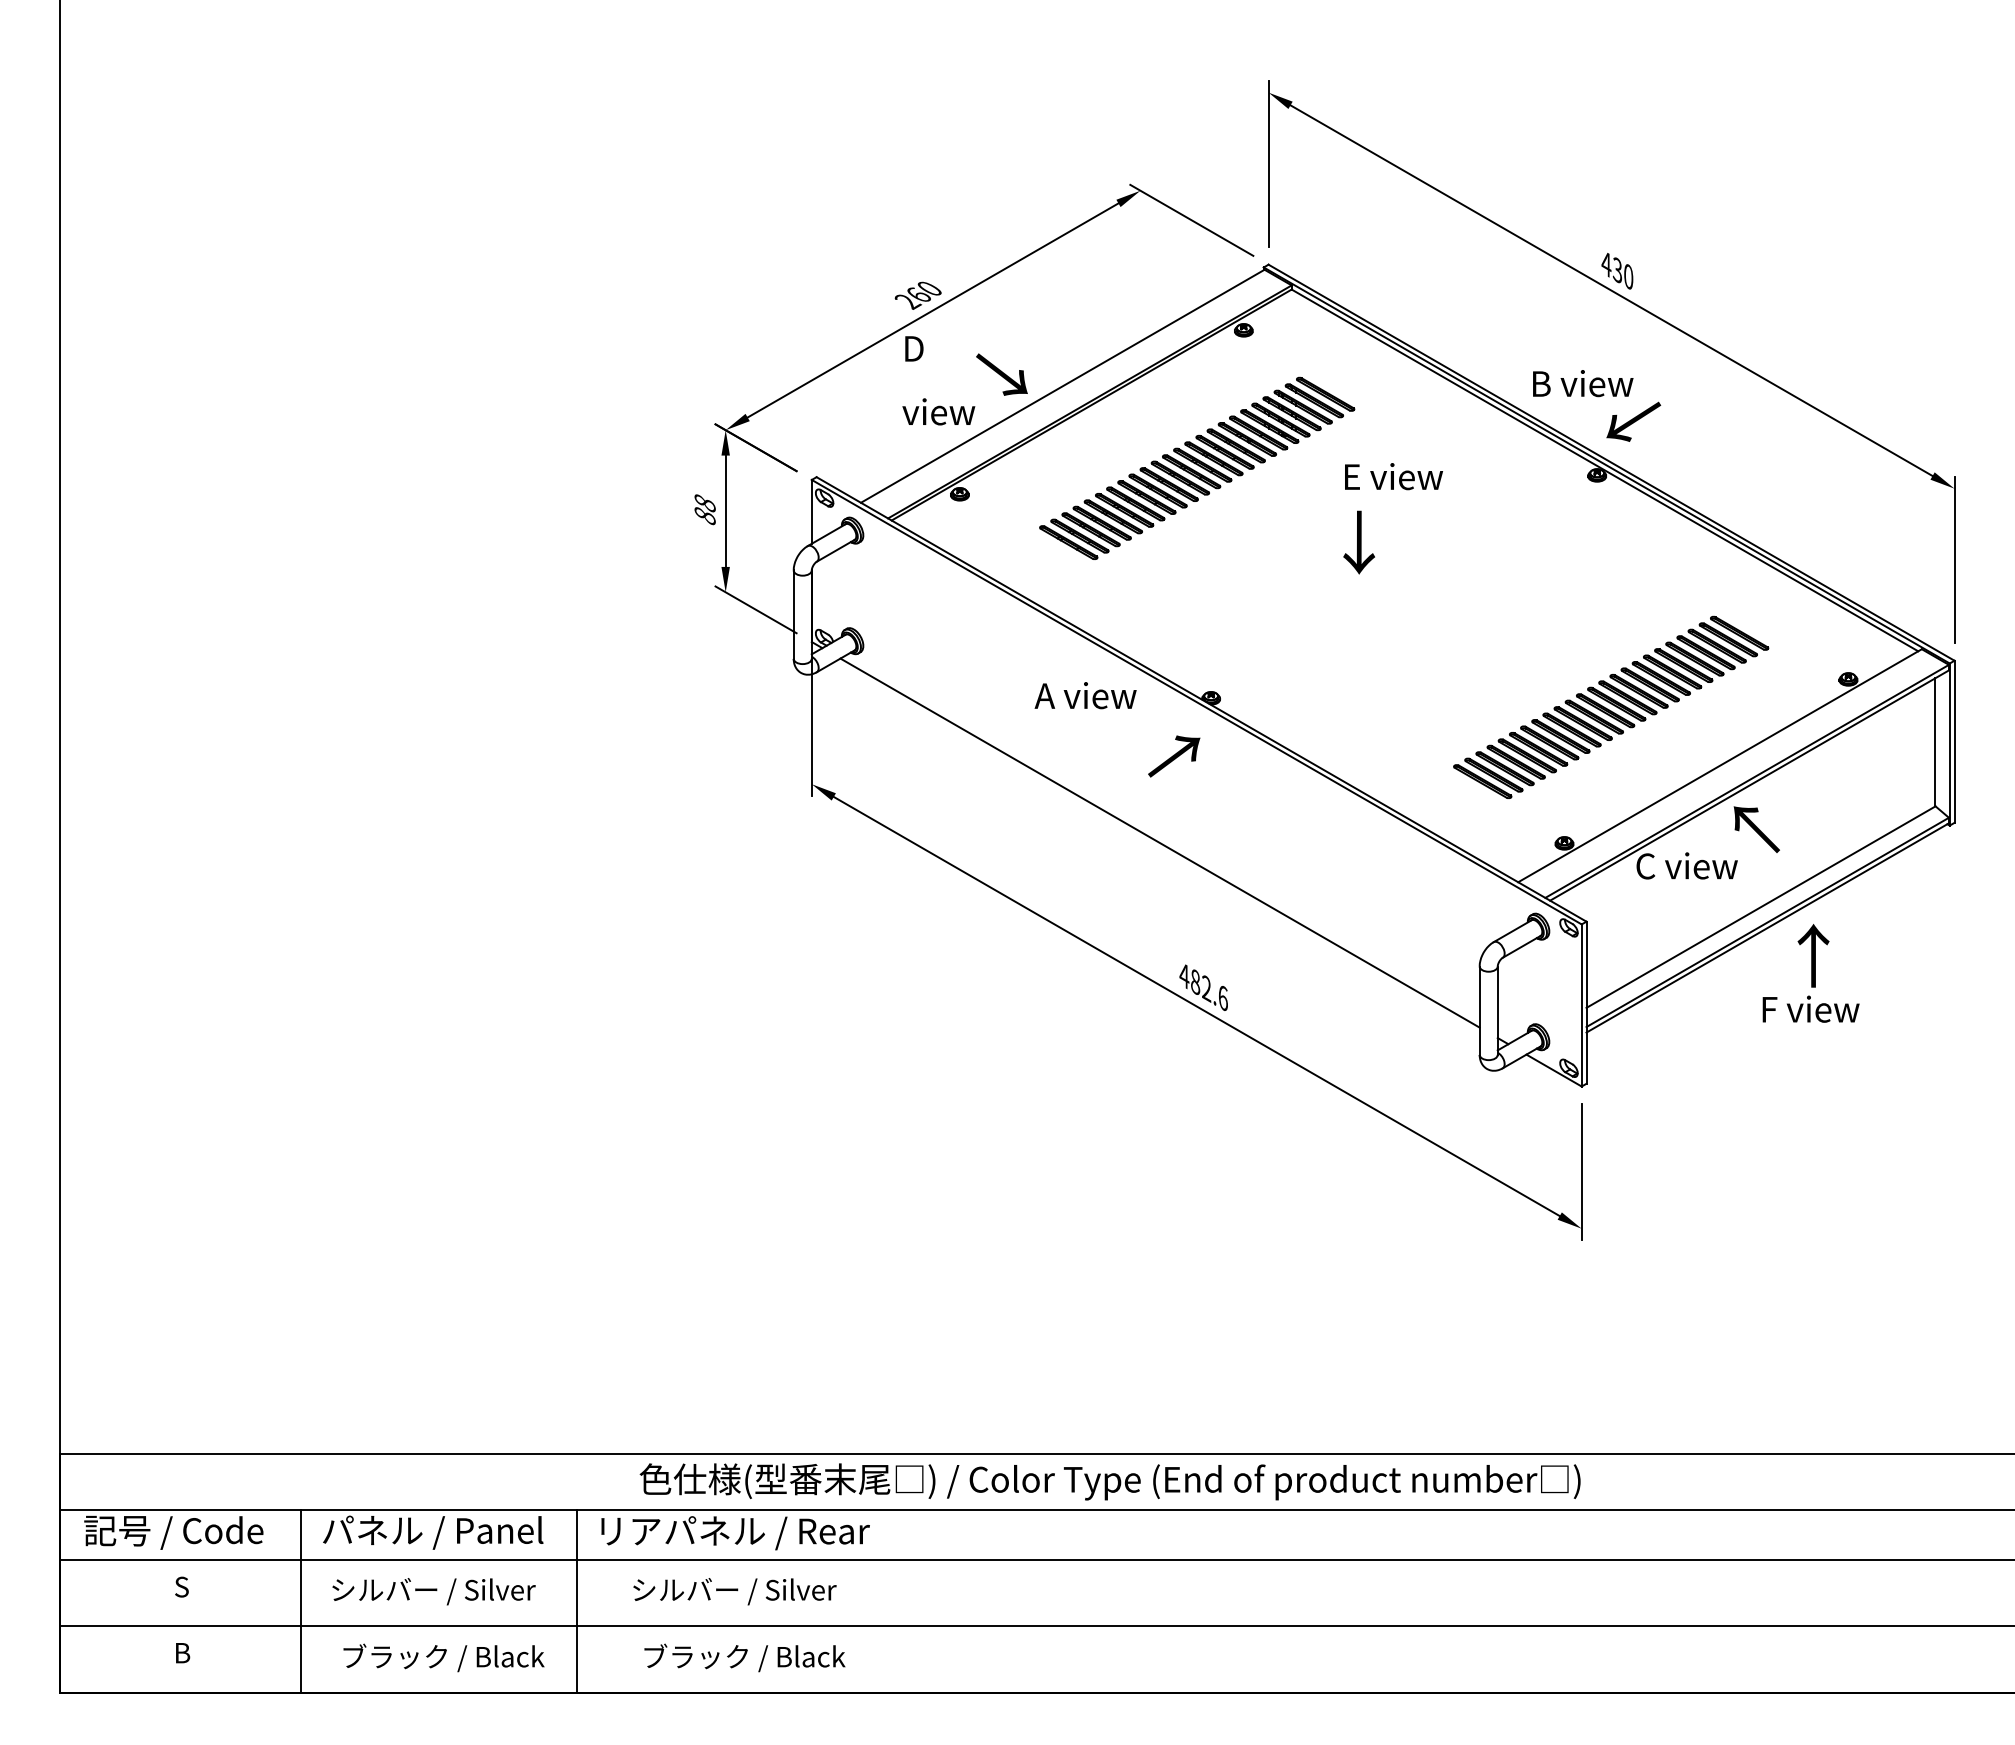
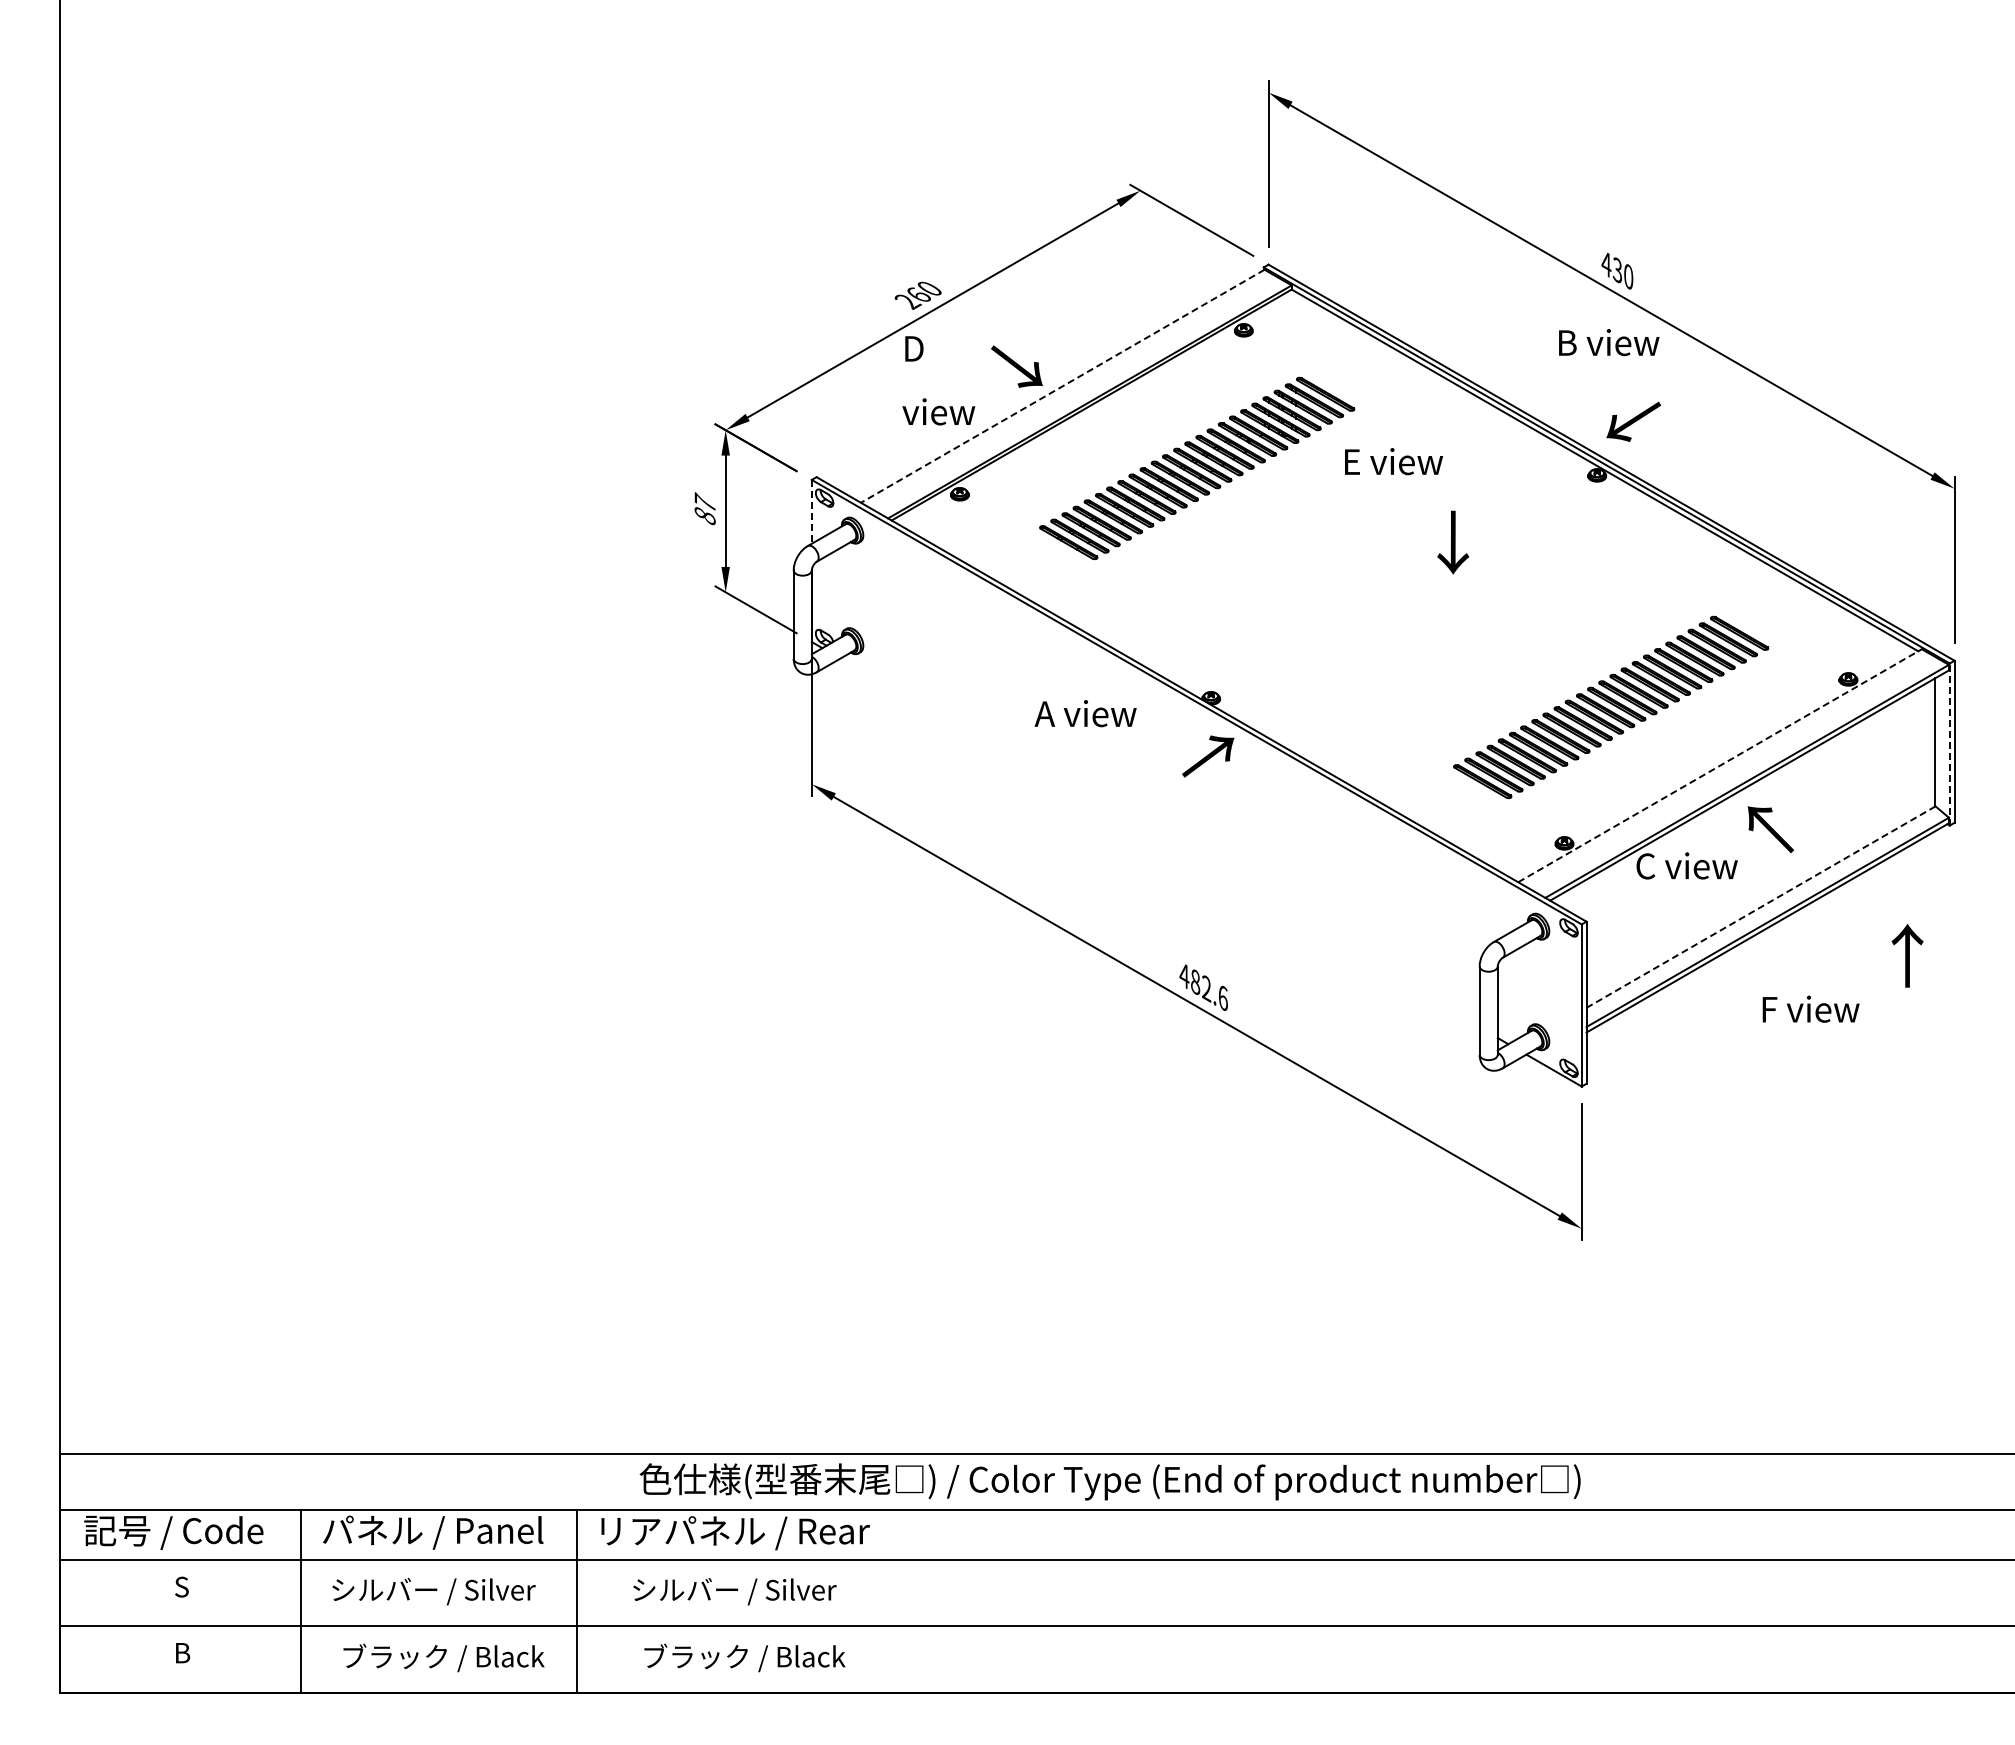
text at (1001, 374) position: (1001, 374) -> (1016, 366)
text at (1583, 383) position: (1583, 383) -> (1609, 342)
line at (1062, 386): solid -> dashed
text at (1393, 476) position: (1393, 476) -> (1393, 461)
text at (704, 502): 88 -> 87
line at (811, 511): solid -> dashed
text at (1358, 542) position: (1358, 542) -> (1452, 542)
text at (1085, 695) position: (1085, 695) -> (1085, 713)
line at (1949, 744): solid -> dashed
text at (1174, 756) position: (1174, 756) -> (1208, 756)
line at (1720, 765): solid -> dashed
text at (1756, 829) position: (1756, 829) -> (1770, 829)
line at (1159, 842): present -> none
line at (1761, 907): solid -> dashed
text at (1813, 955) position: (1813, 955) -> (1907, 955)
